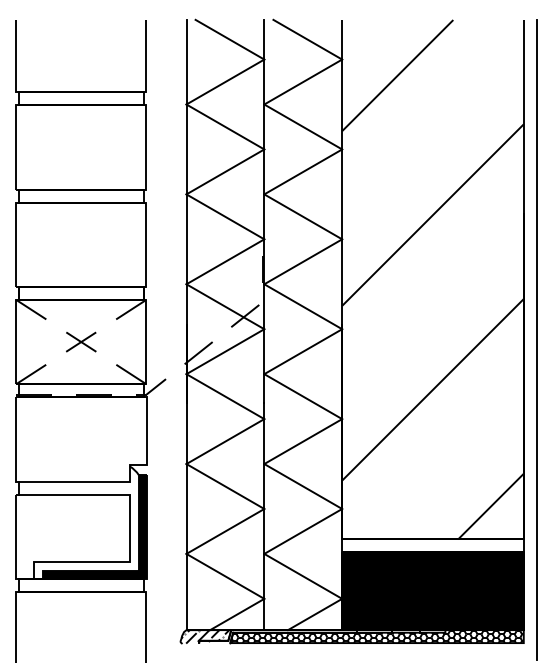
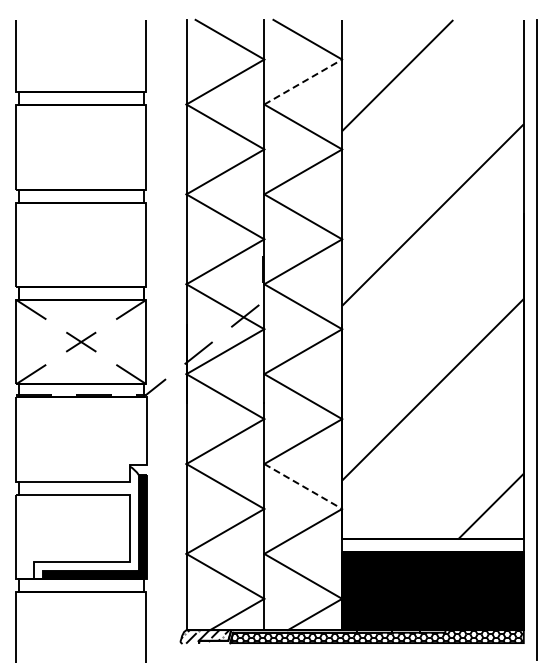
line at (303, 82): solid -> dashed
line at (303, 486): solid -> dashed
